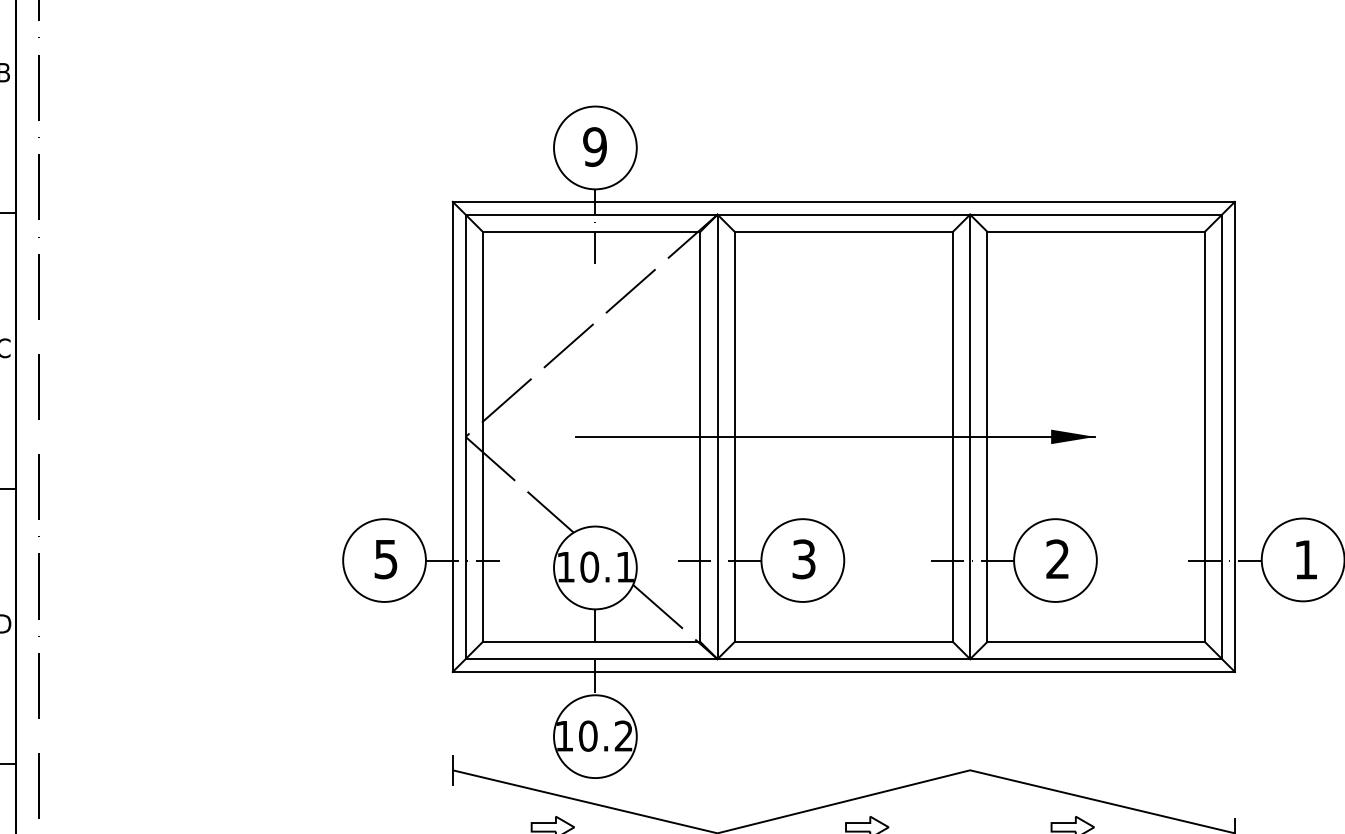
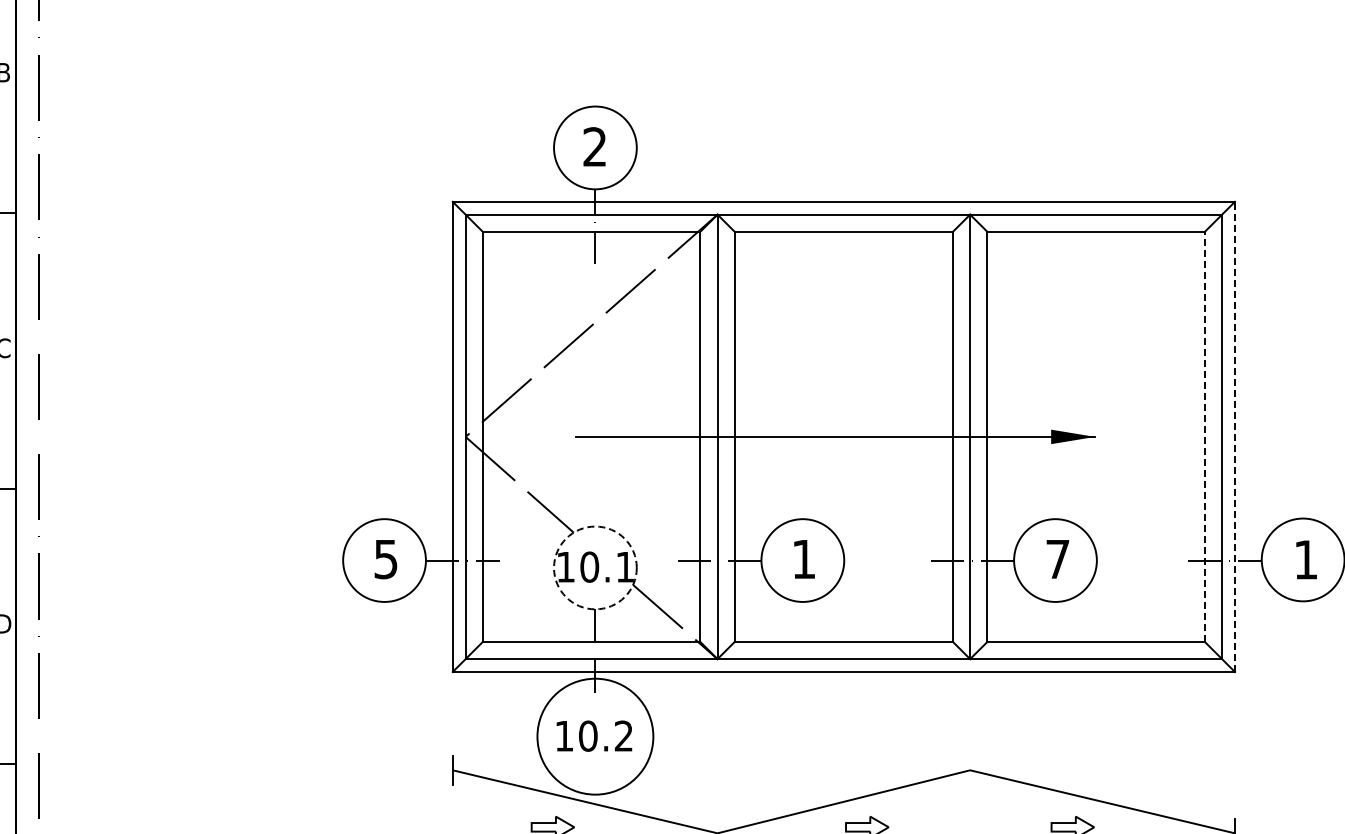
text at (594, 146): 9 -> 2
line at (1204, 436): solid -> dashed
line at (1234, 436): solid -> dashed
text at (1057, 558): 2 -> 7
text at (803, 559): 3 -> 1
circle at (595, 567): solid -> dashed
circle at (595, 736) diameter: 83 px -> 116 px
